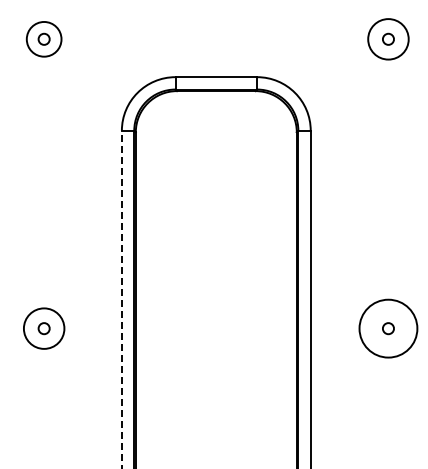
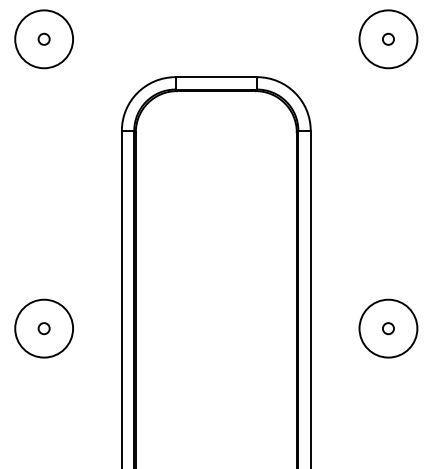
circle at (43, 38) diameter: 35 px -> 58 px
circle at (388, 39) diameter: 41 px -> 58 px
line at (121, 299): dashed -> solid
circle at (43, 328) diameter: 41 px -> 58 px
